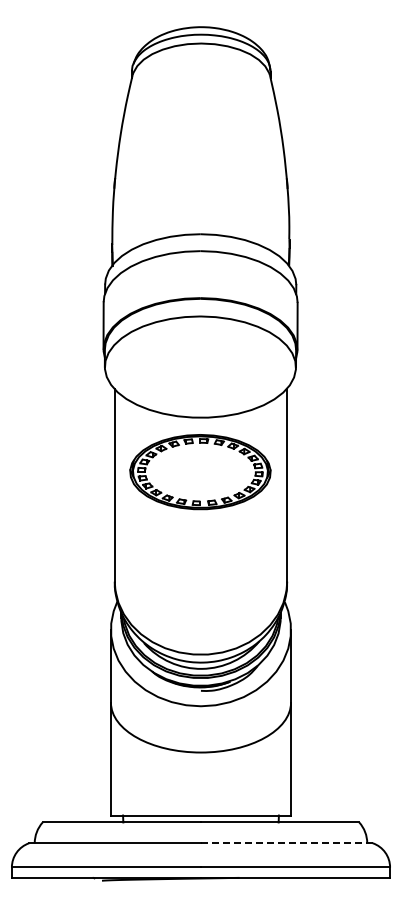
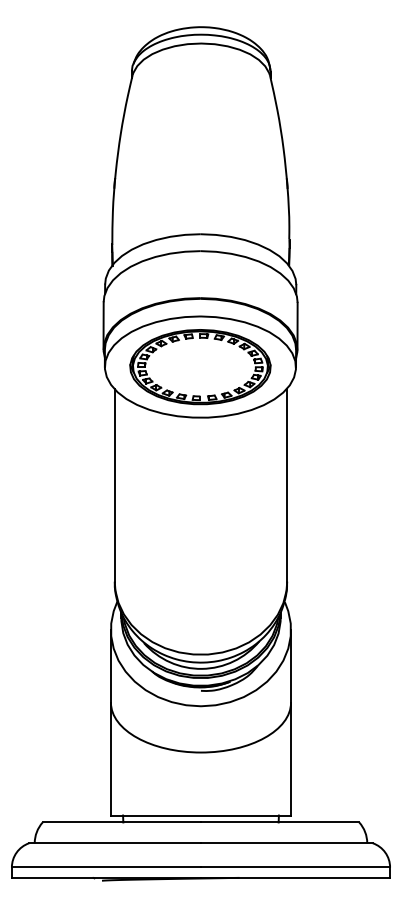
part at (200, 472) position: (200, 472) -> (200, 367)
line at (286, 843): dashed -> solid
